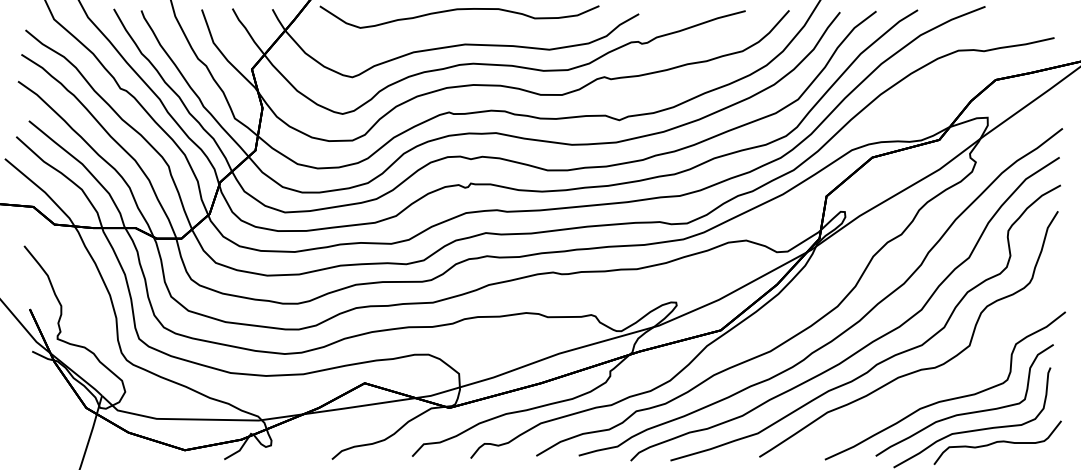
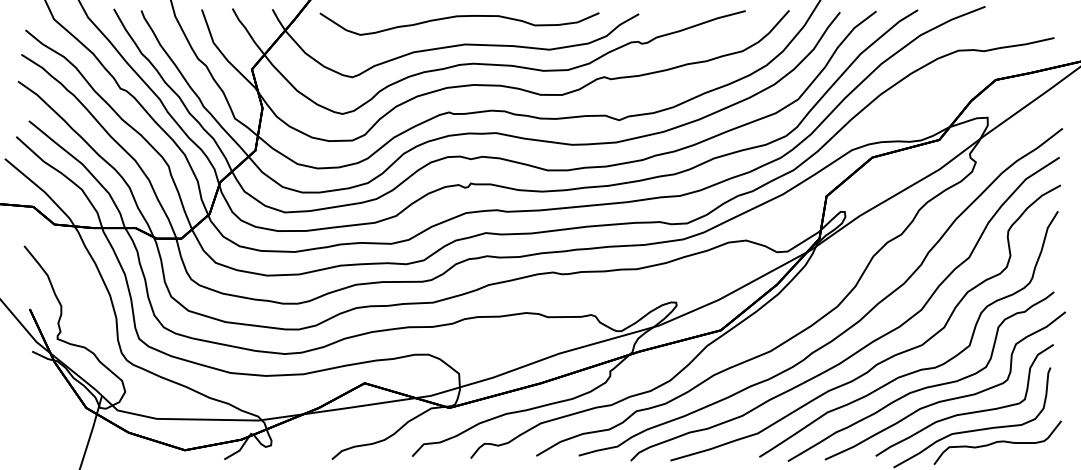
curve at (459, 10) position: (459, 10) -> (459, 17)
curve at (923, 387): none -> present
